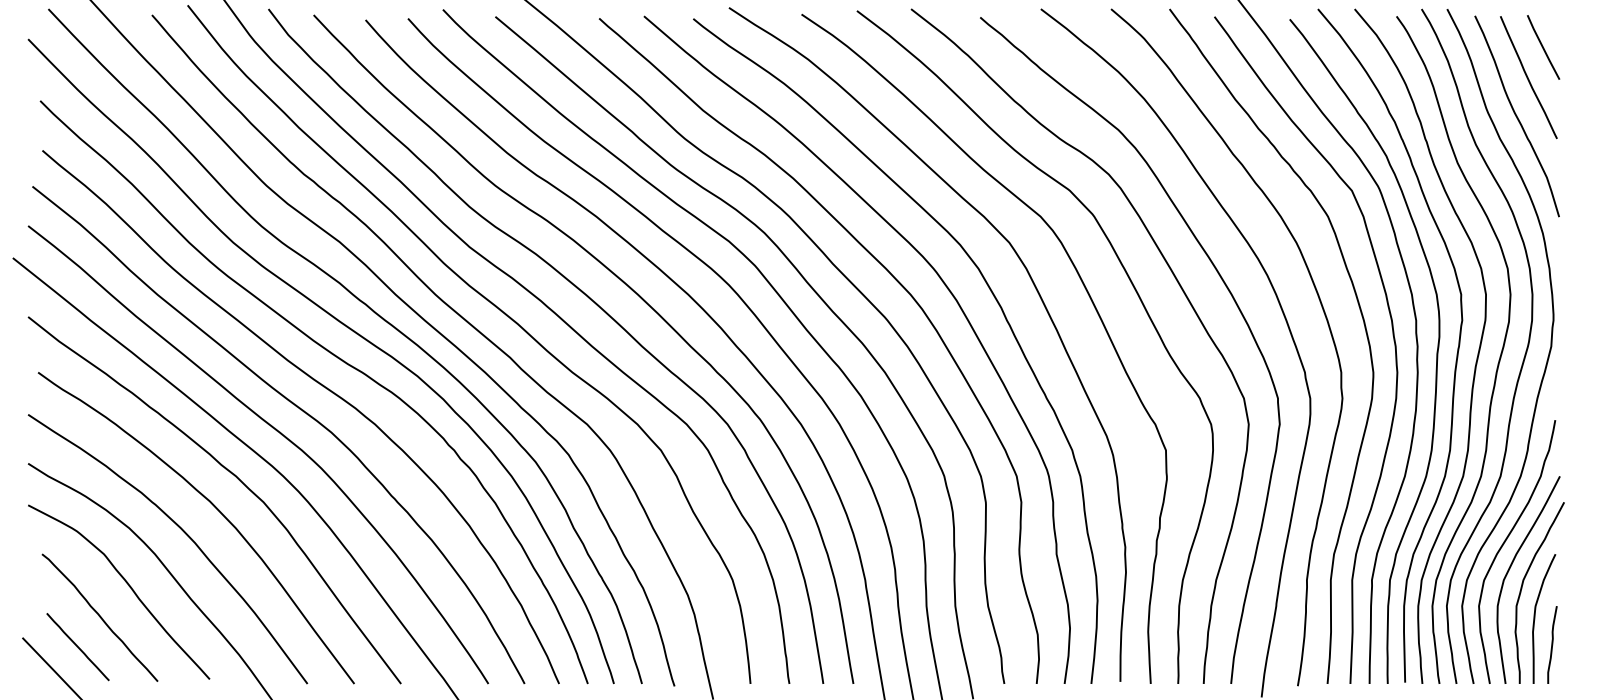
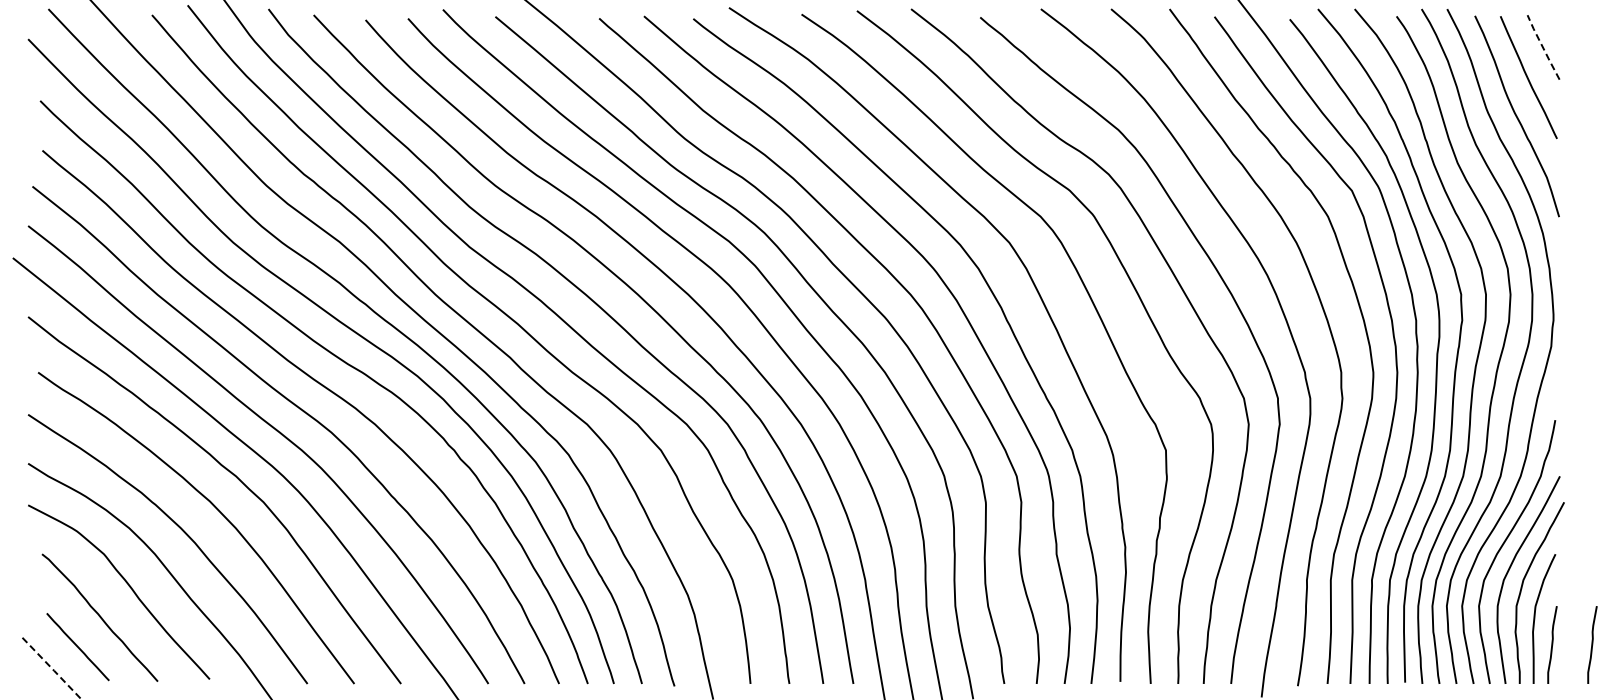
line at (1543, 47): solid -> dashed
curve at (1592, 644): none -> present
line at (52, 669): solid -> dashed
